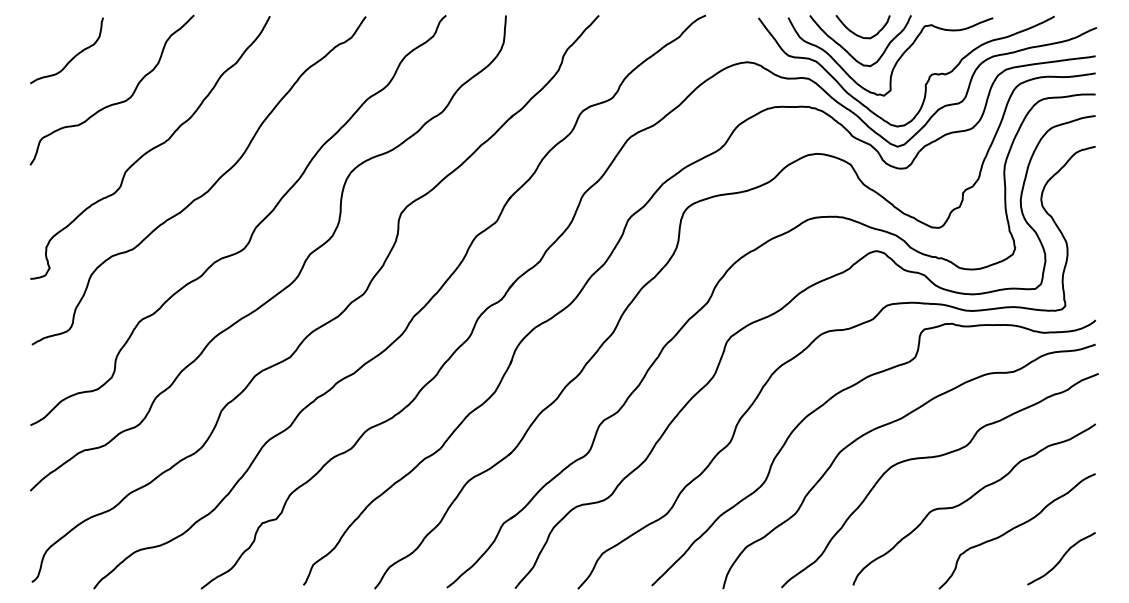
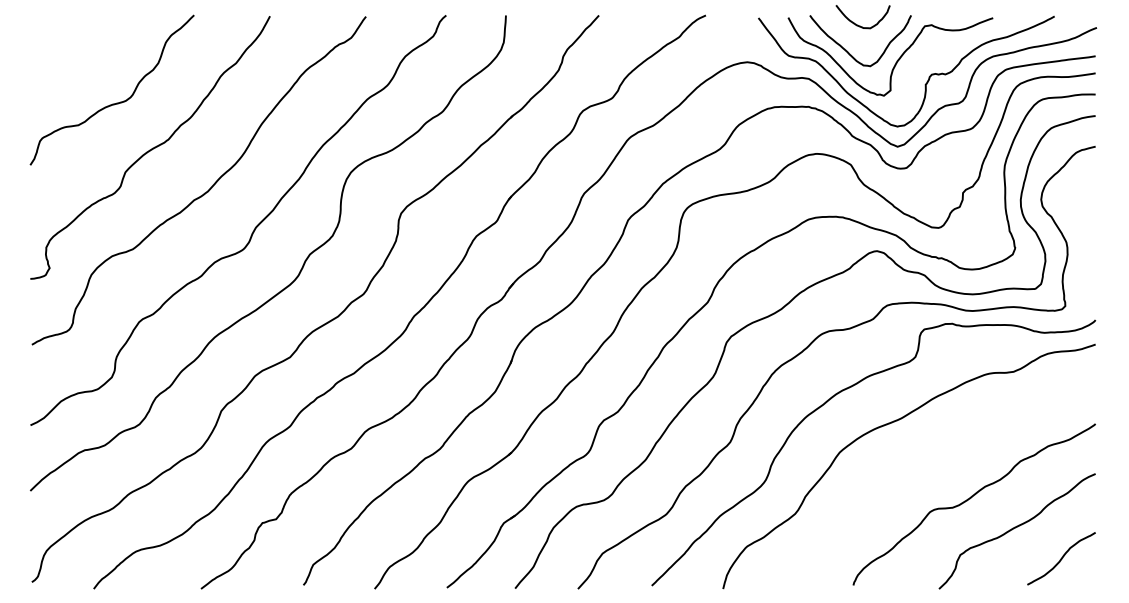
curve at (860, 35) position: (860, 35) -> (860, 25)
curve at (73, 56): present -> none
curve at (938, 457): present -> none
